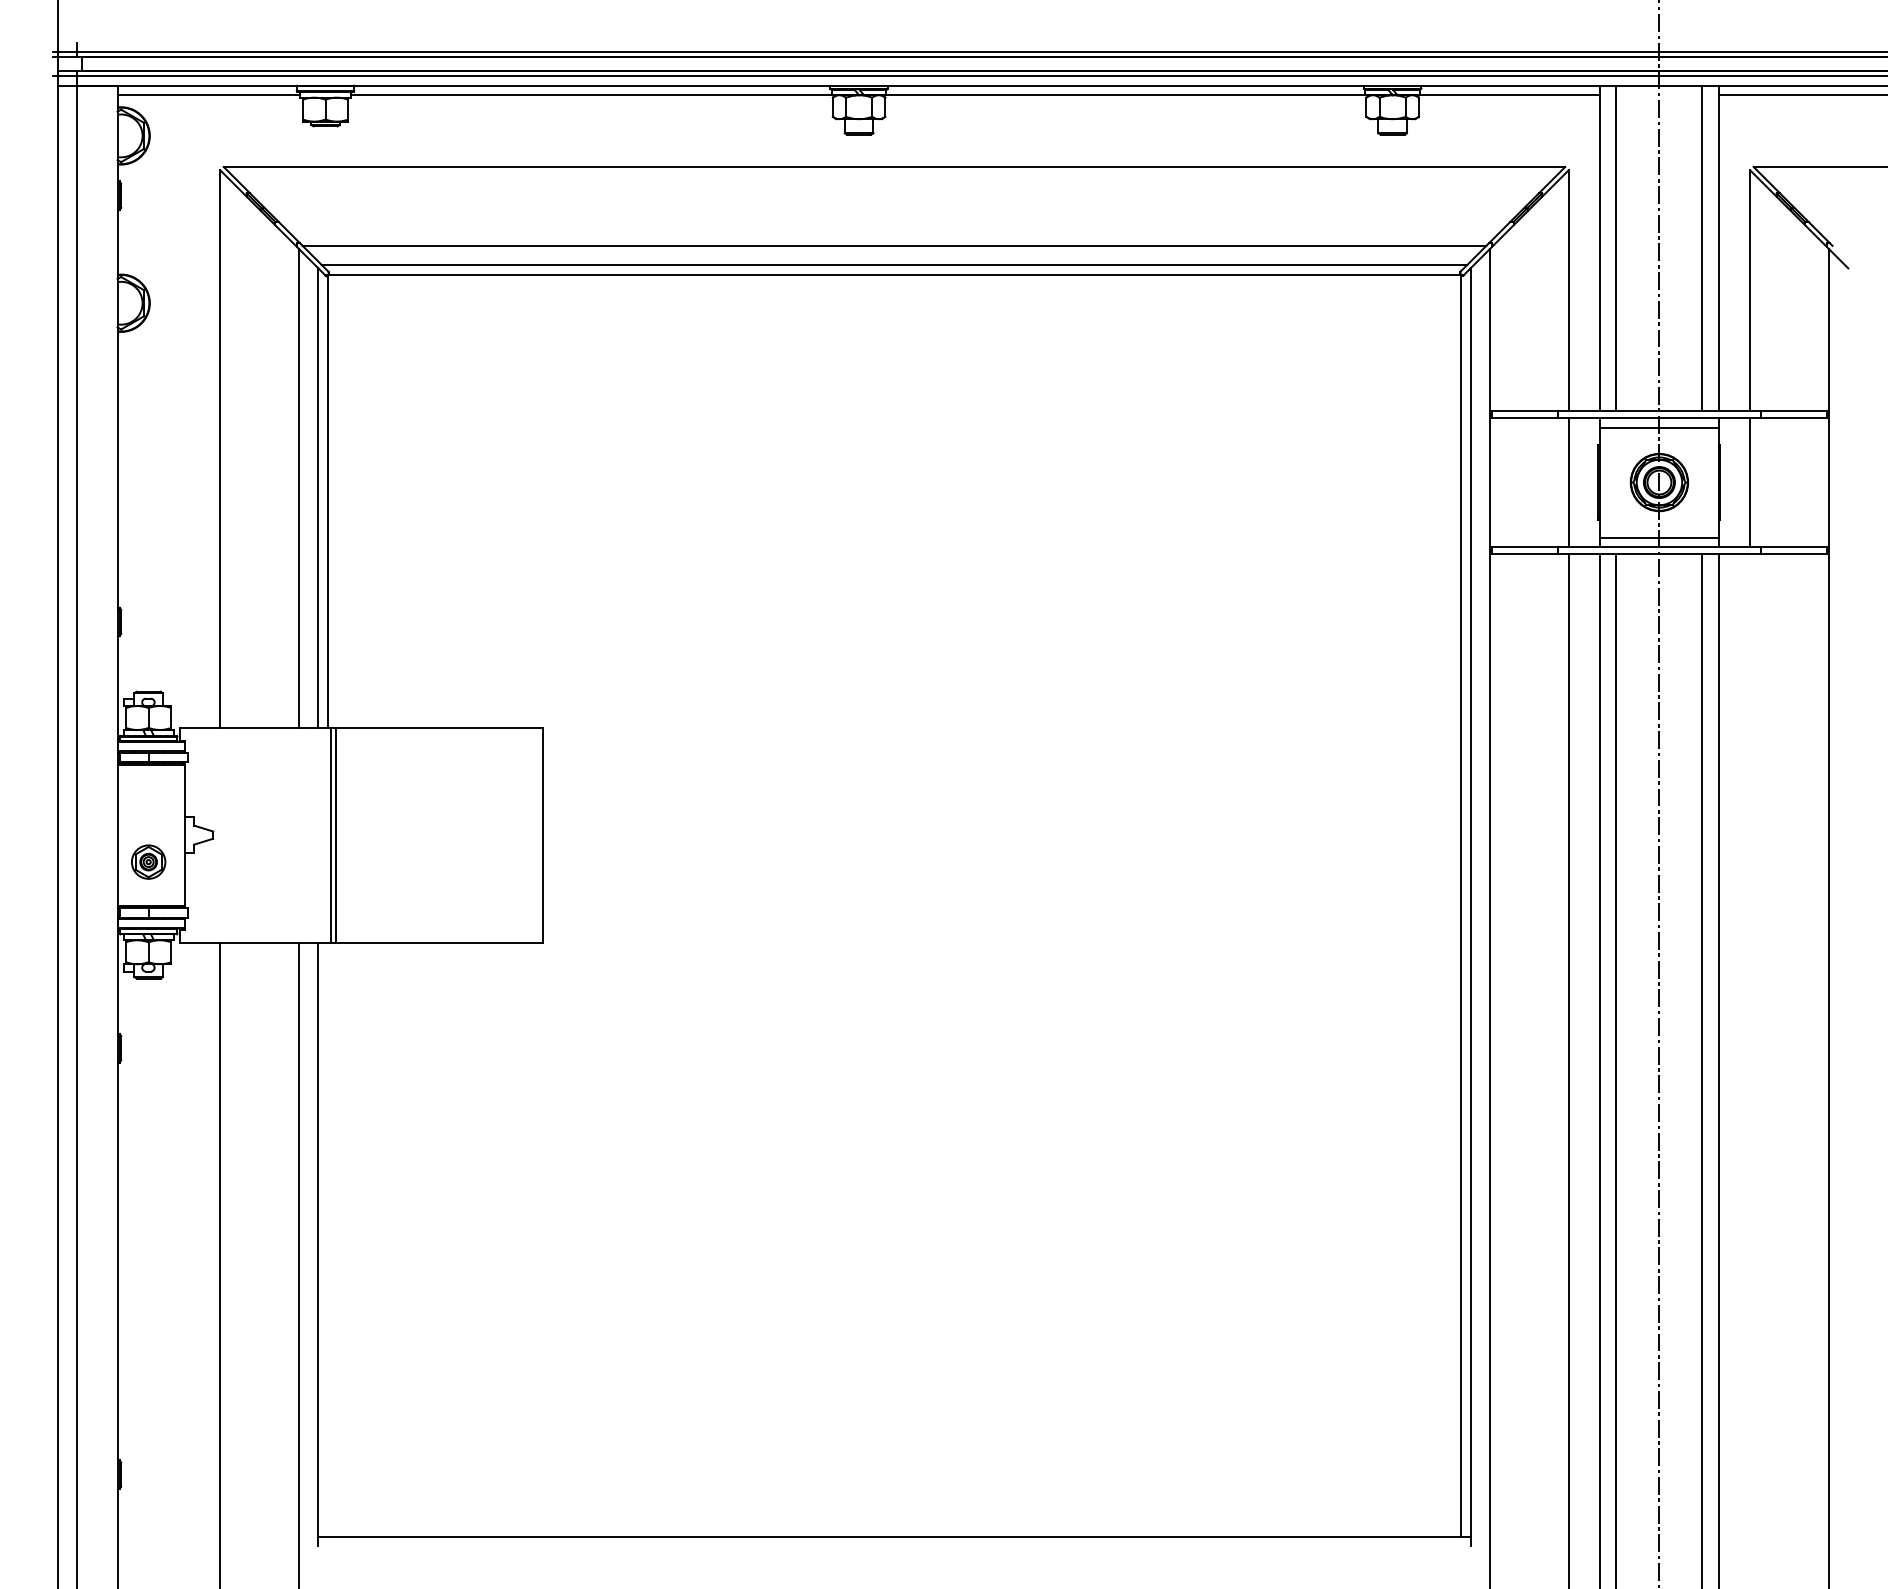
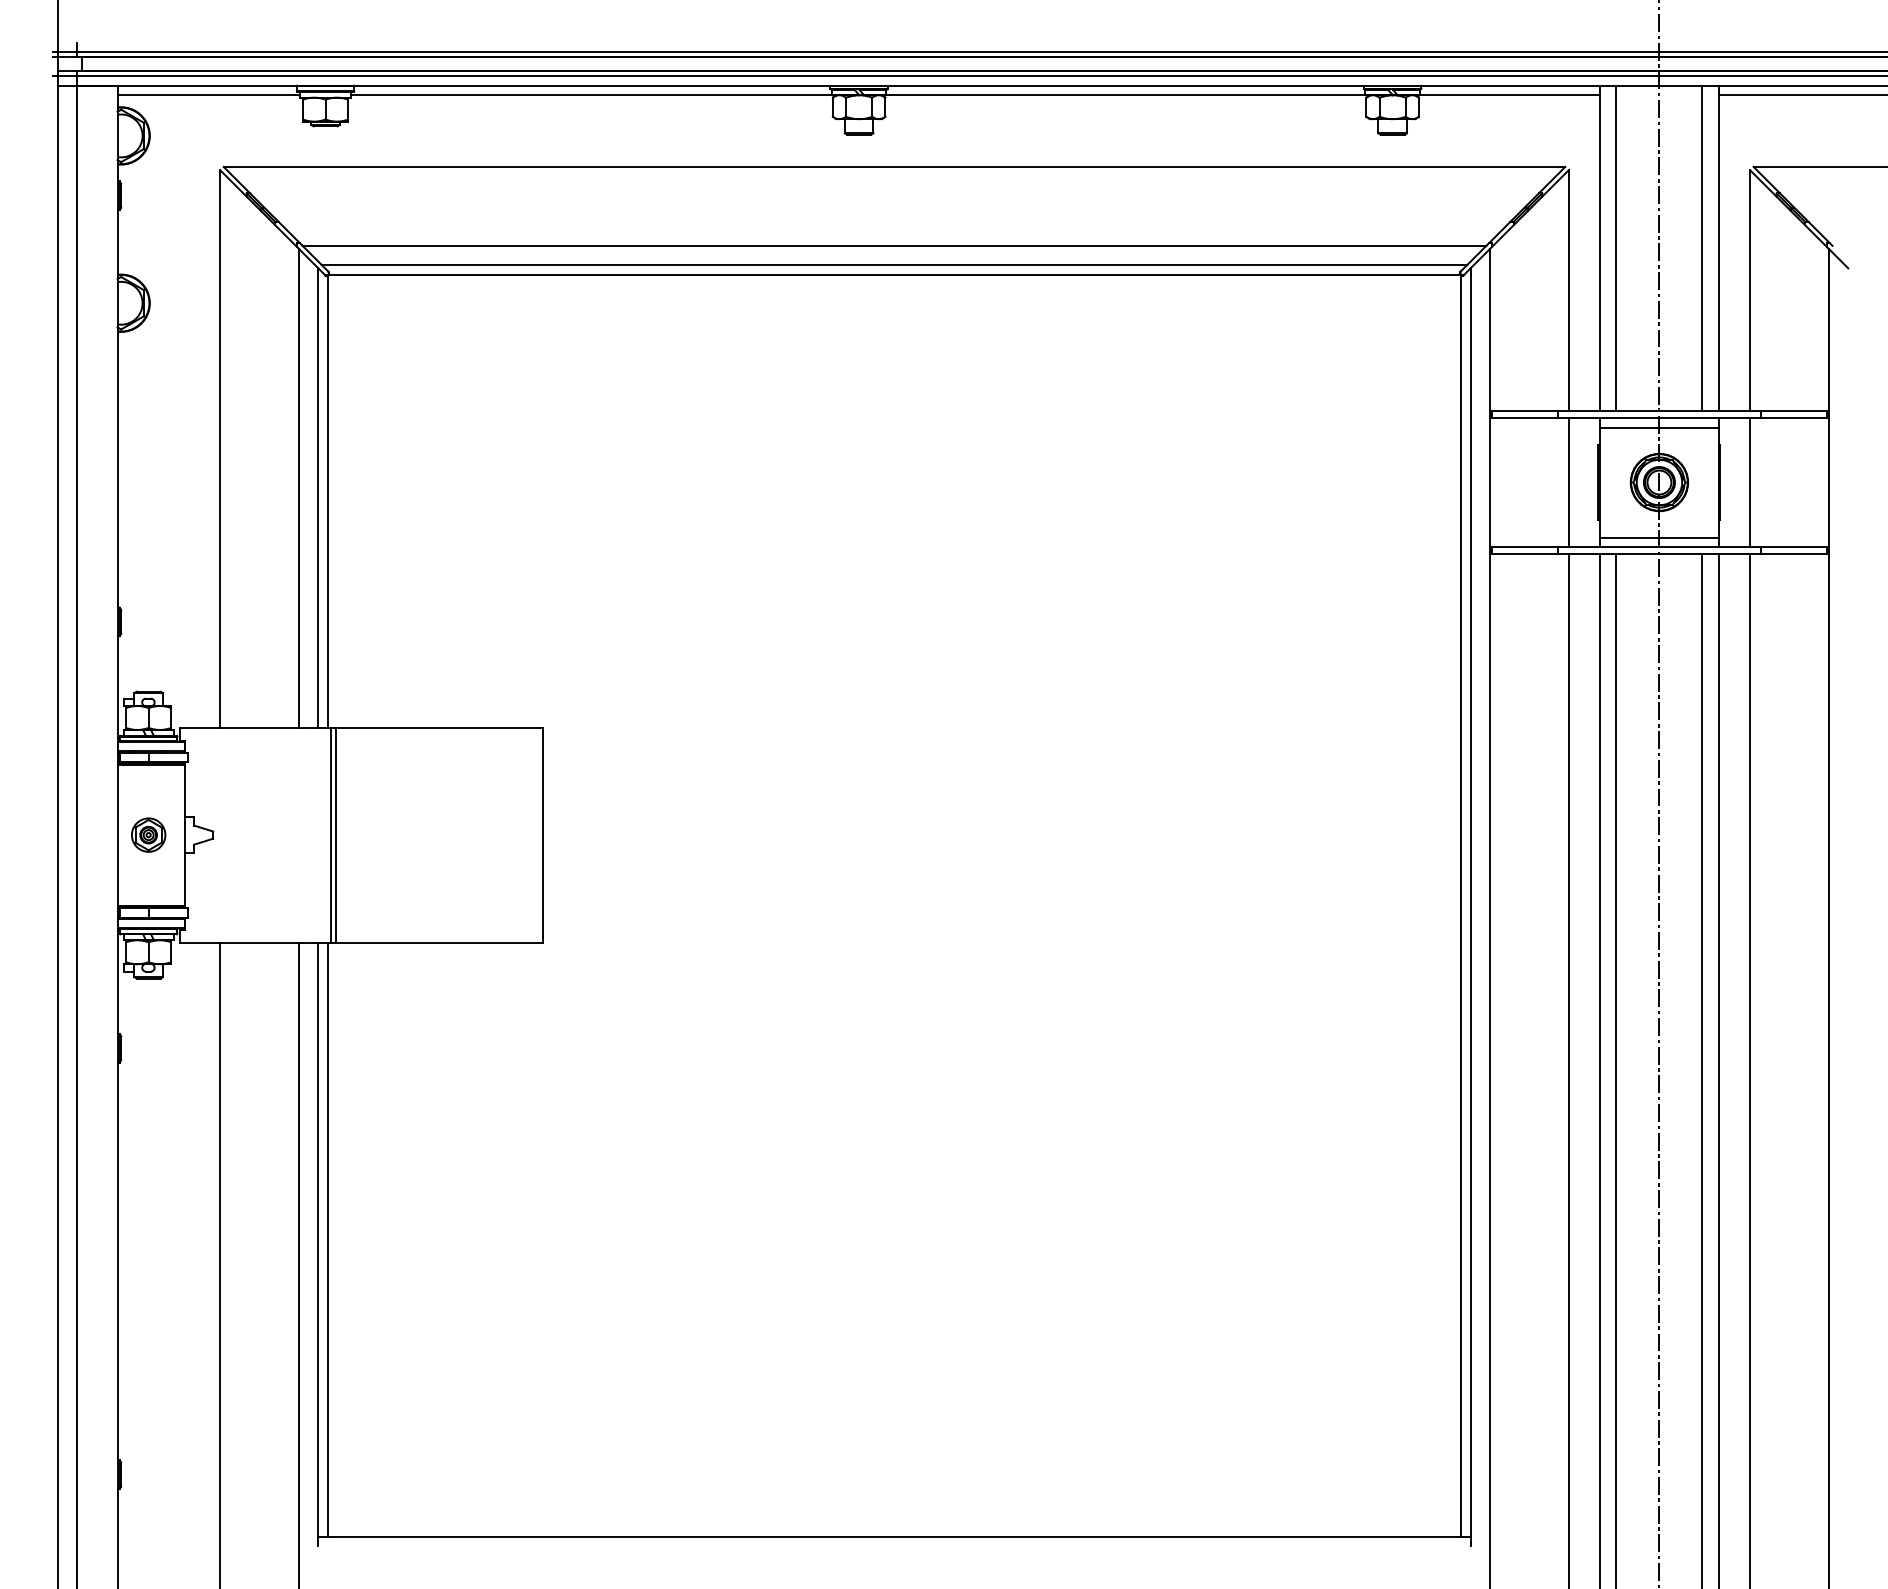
part at (148, 861) position: (148, 861) -> (148, 834)
line at (1750, 1069): none -> present
line at (327, 1239): none -> present
